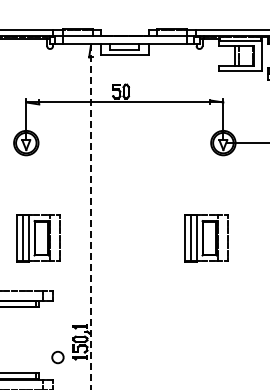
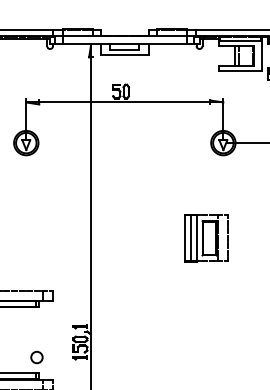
line at (91, 217): dashed -> solid
part at (38, 238): present -> none
circle at (57, 357) position: (57, 357) -> (36, 357)
